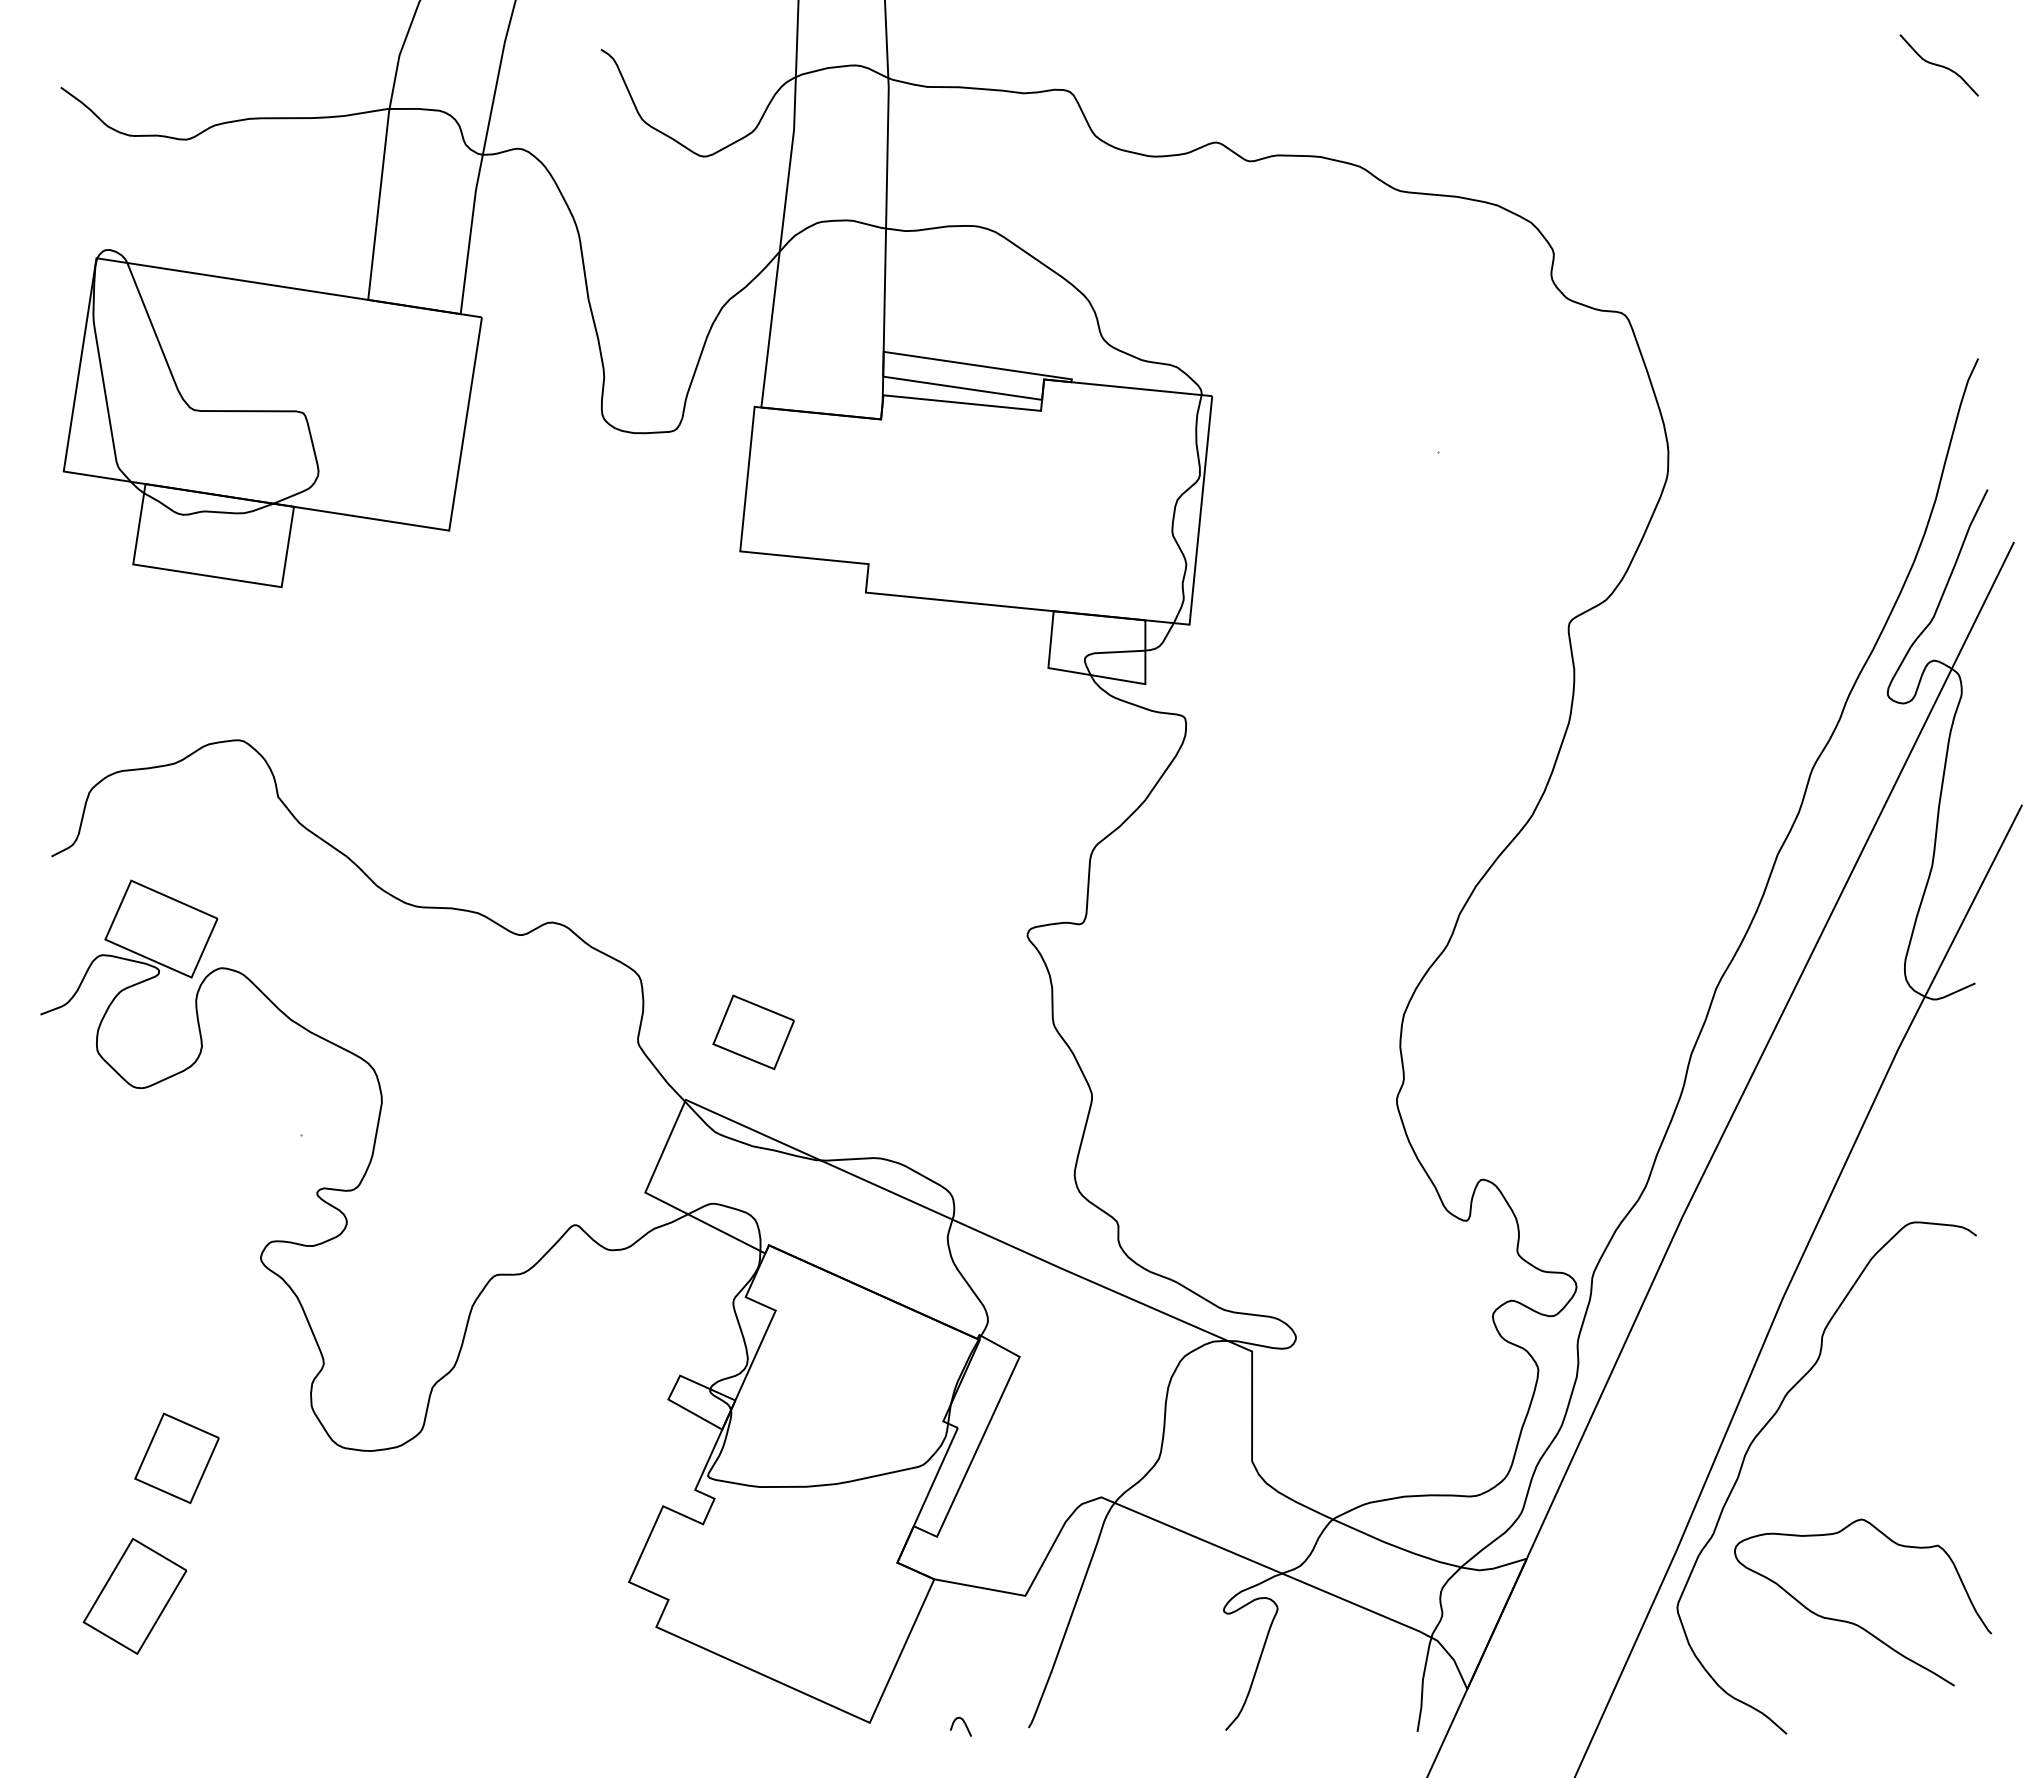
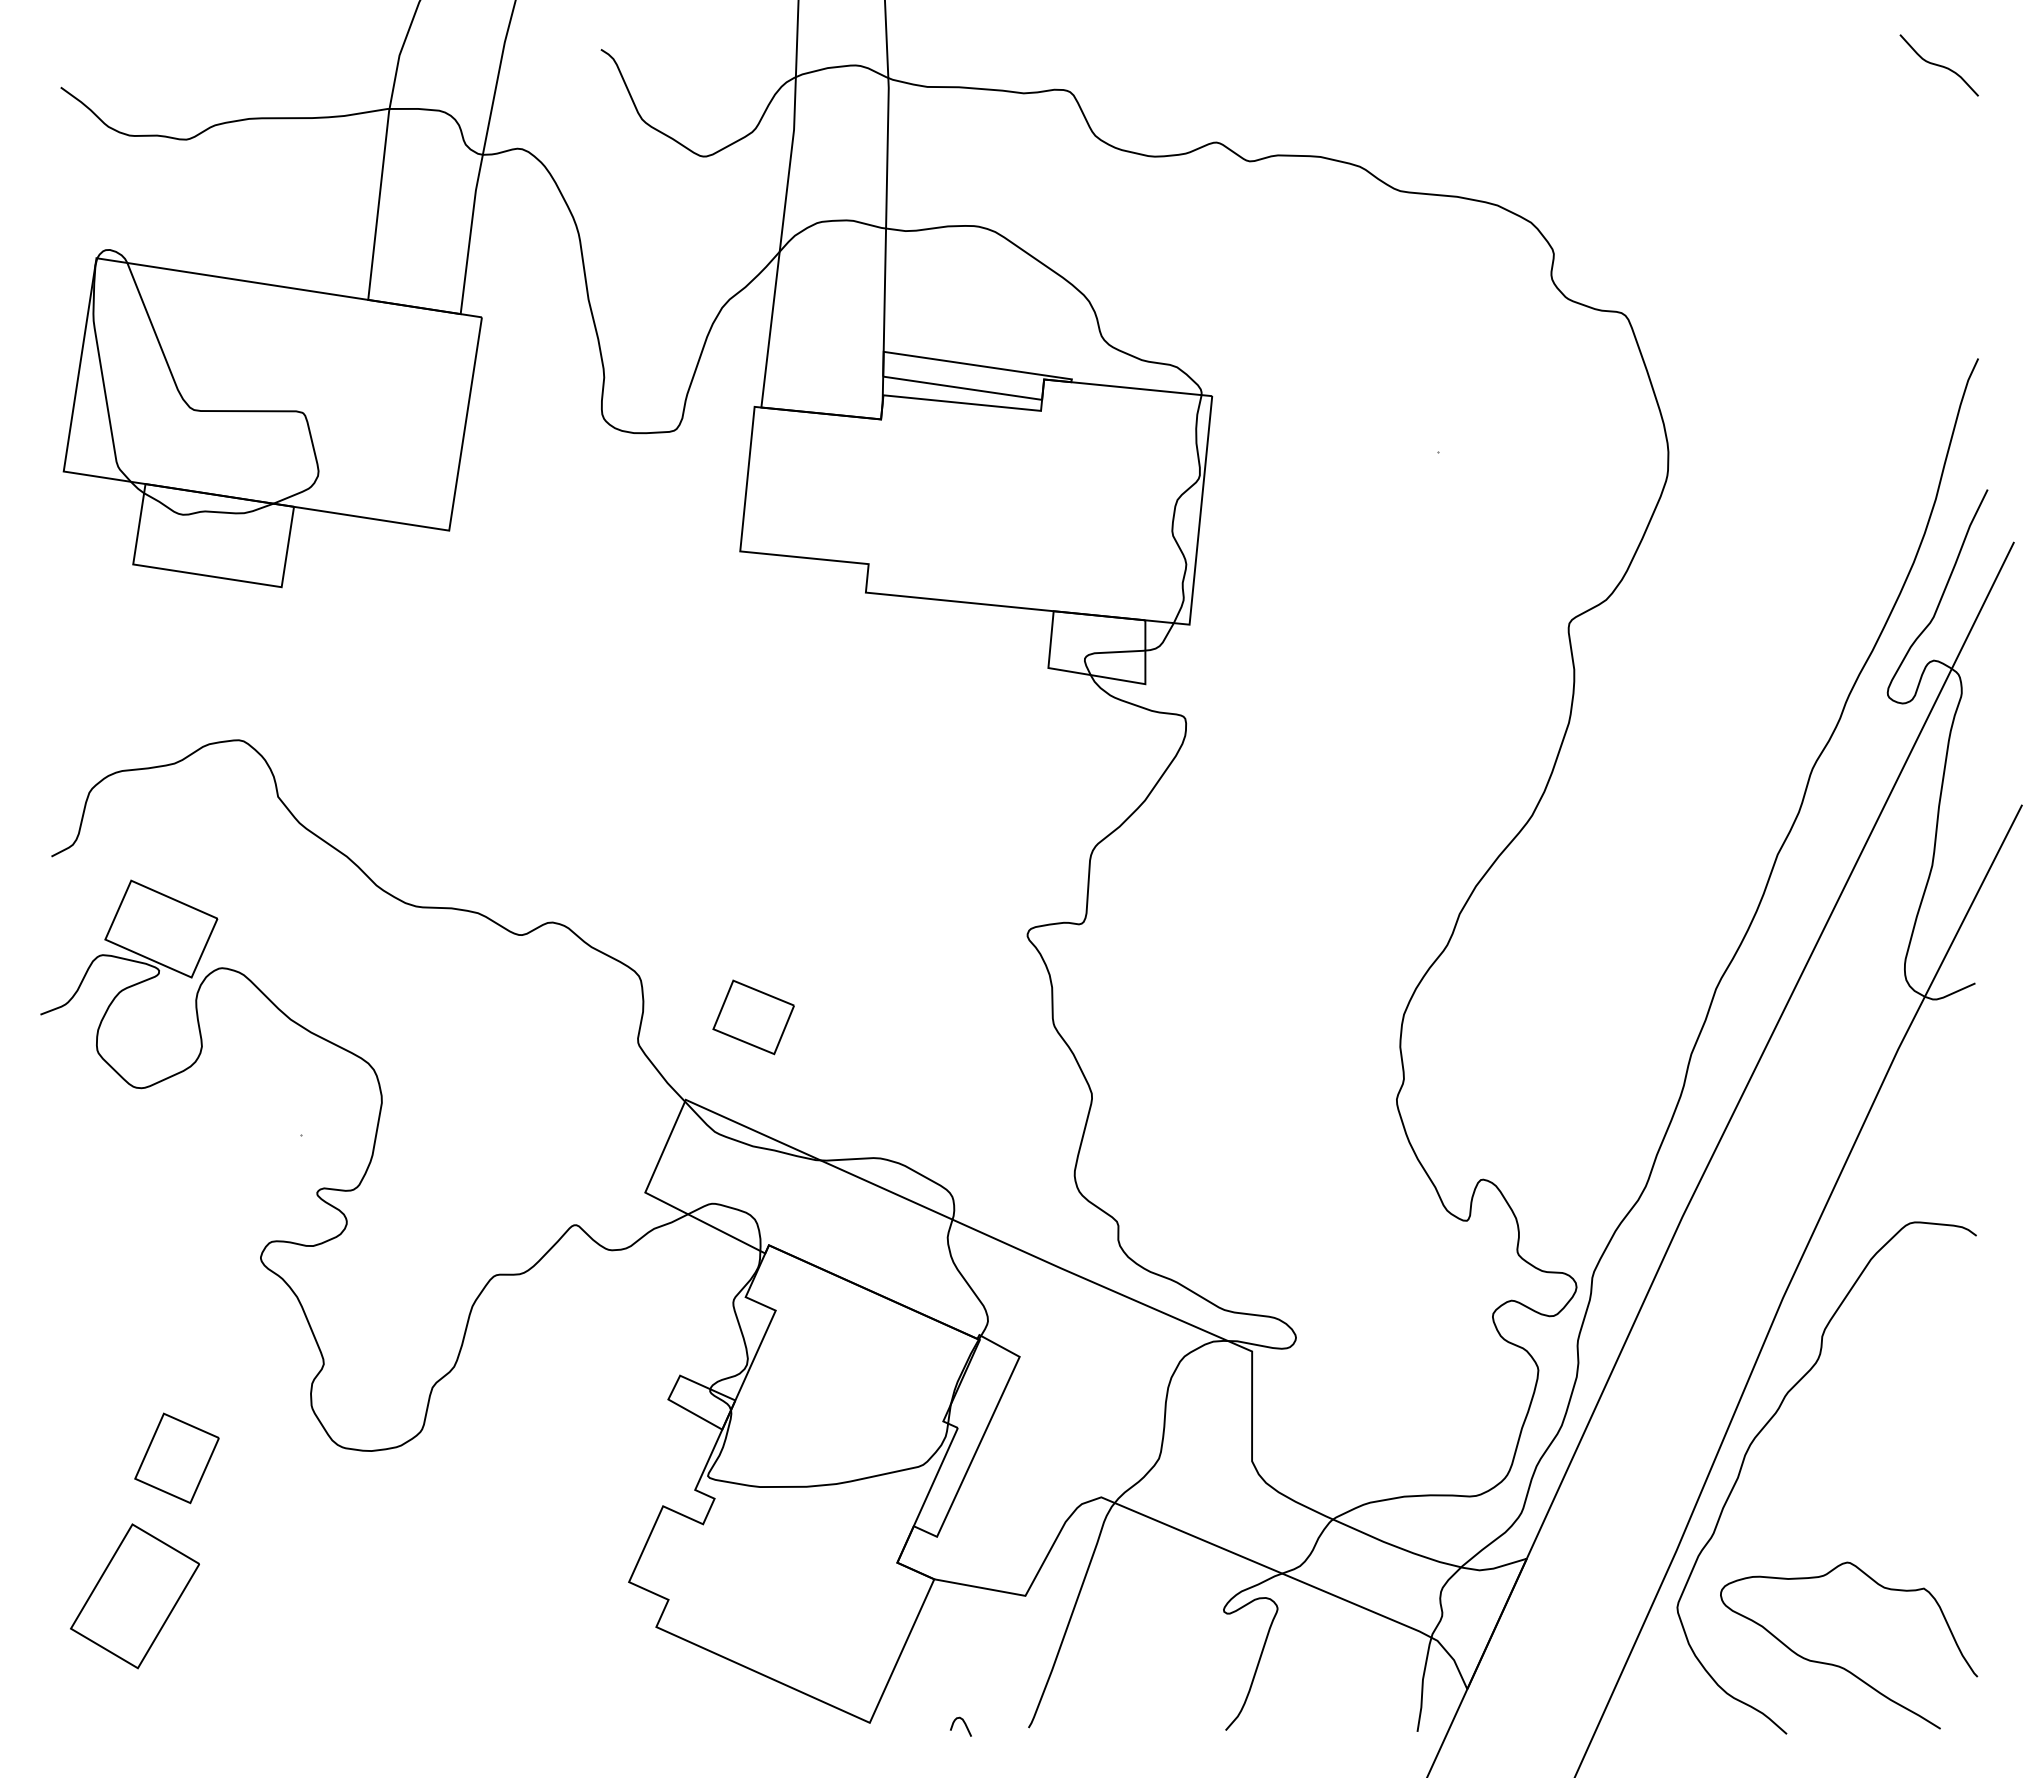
part at (753, 1032) position: (753, 1032) -> (753, 1017)
part at (134, 1595) size: 106x118 px -> 130x147 px
curve at (1853, 1622) position: (1853, 1622) -> (1839, 1665)
